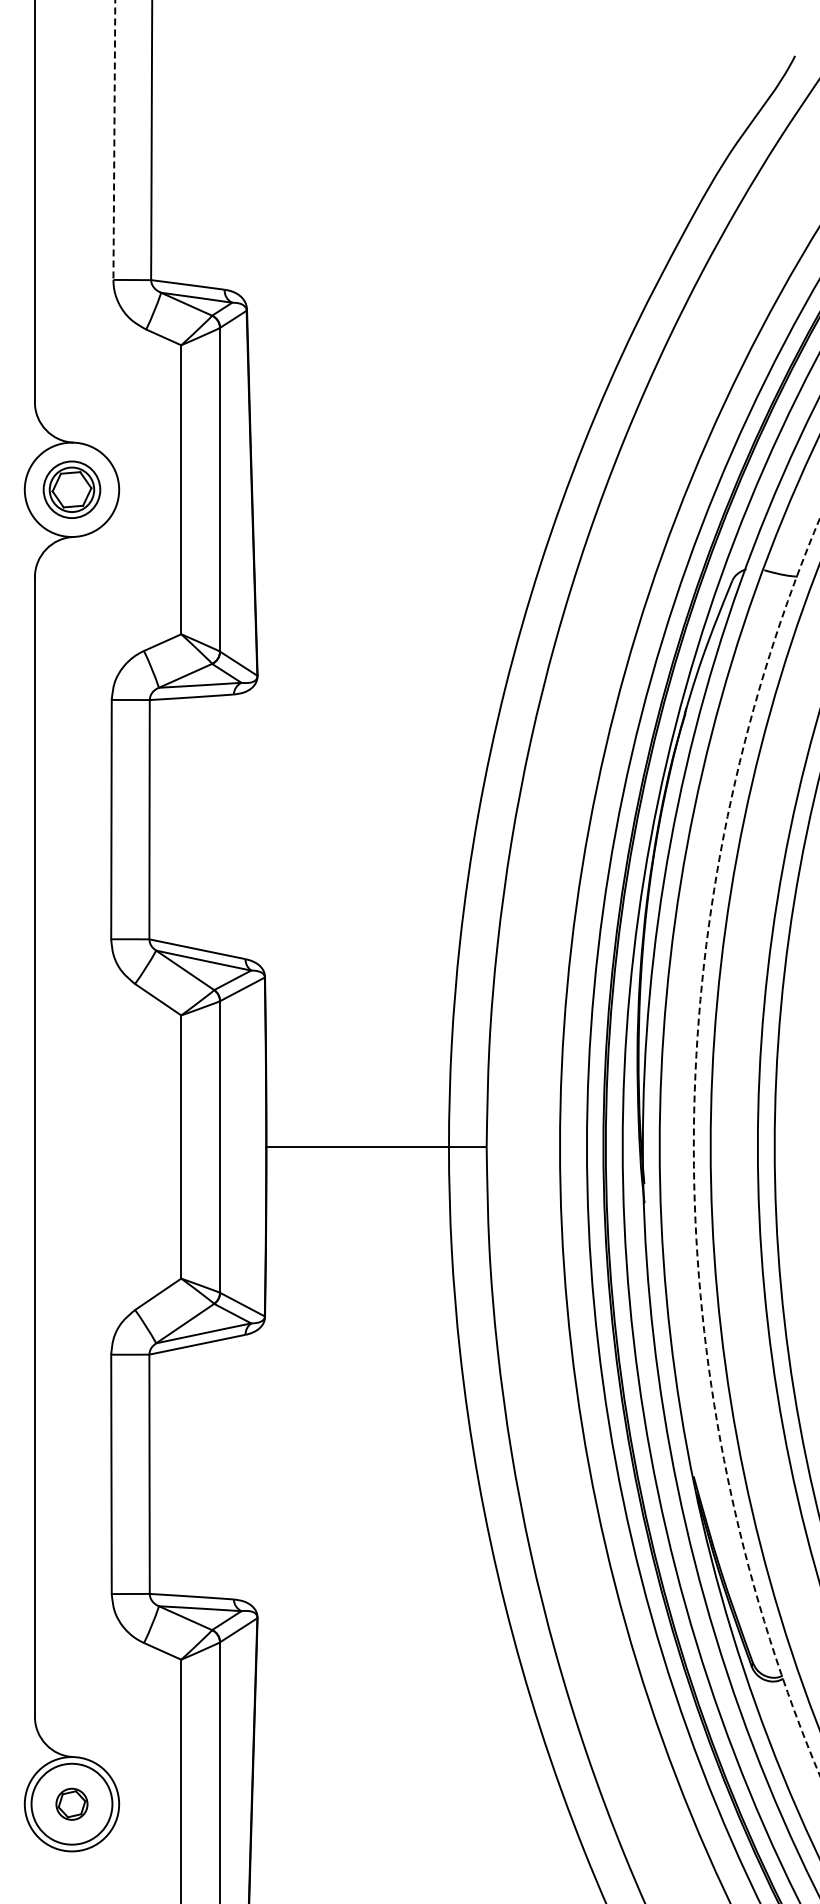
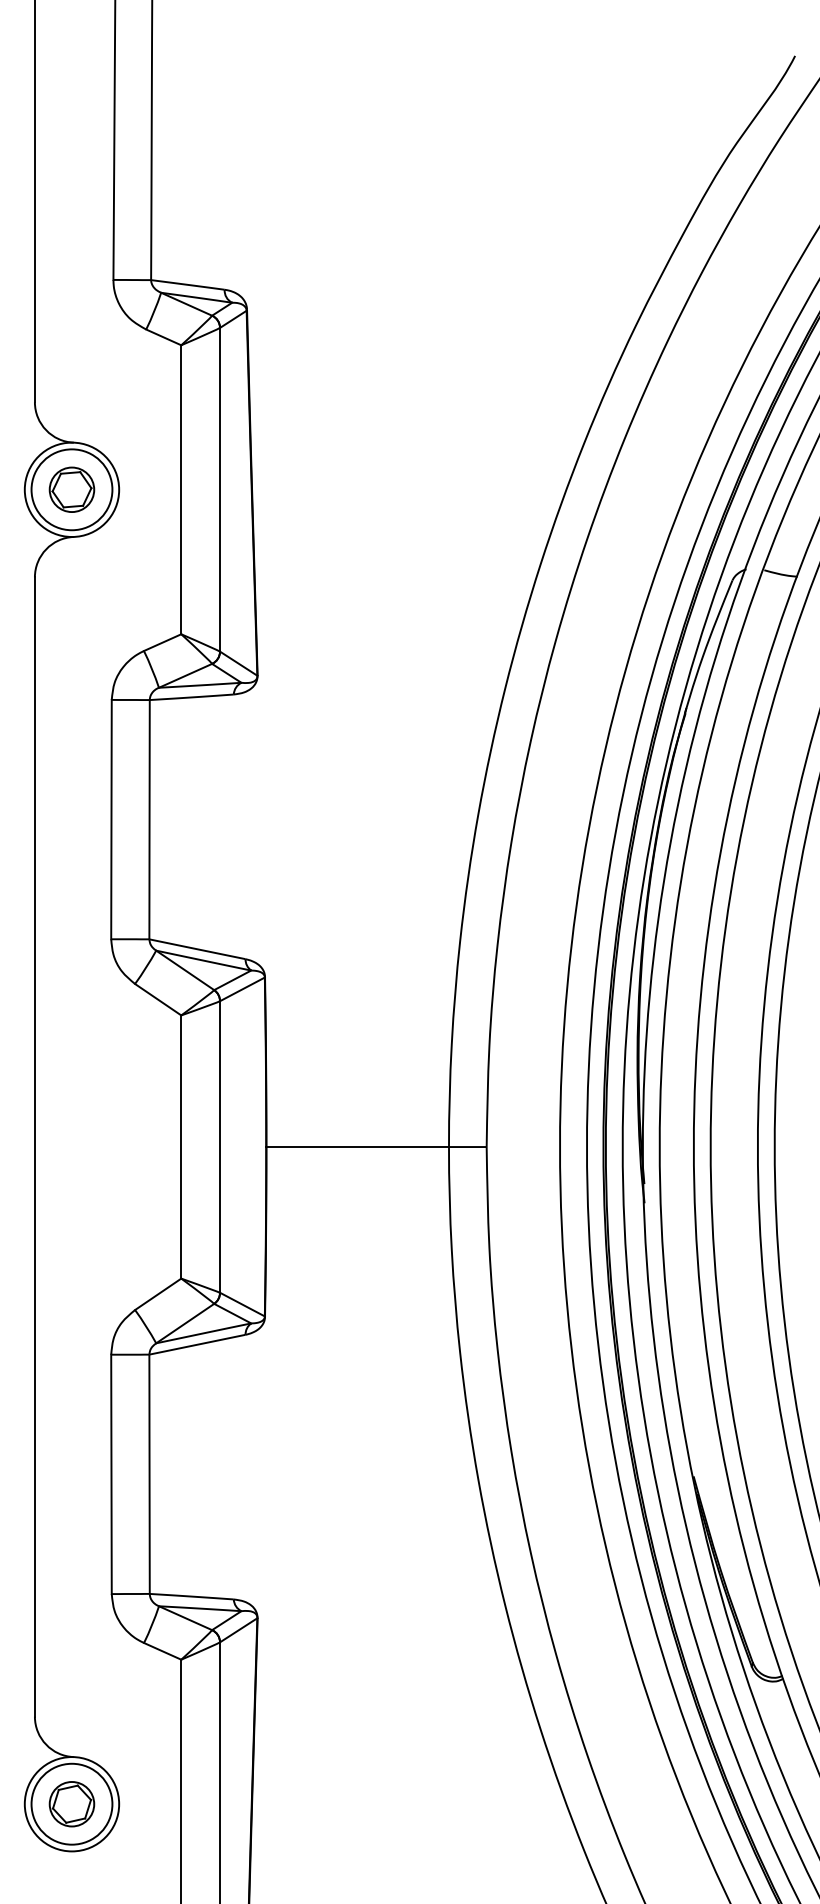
line at (114, 140): dashed -> solid
circle at (71, 489) diameter: 57 px -> 81 px
arc at (693, 1147): dashed -> solid
part at (71, 1803) size: 34x34 px -> 48x47 px
